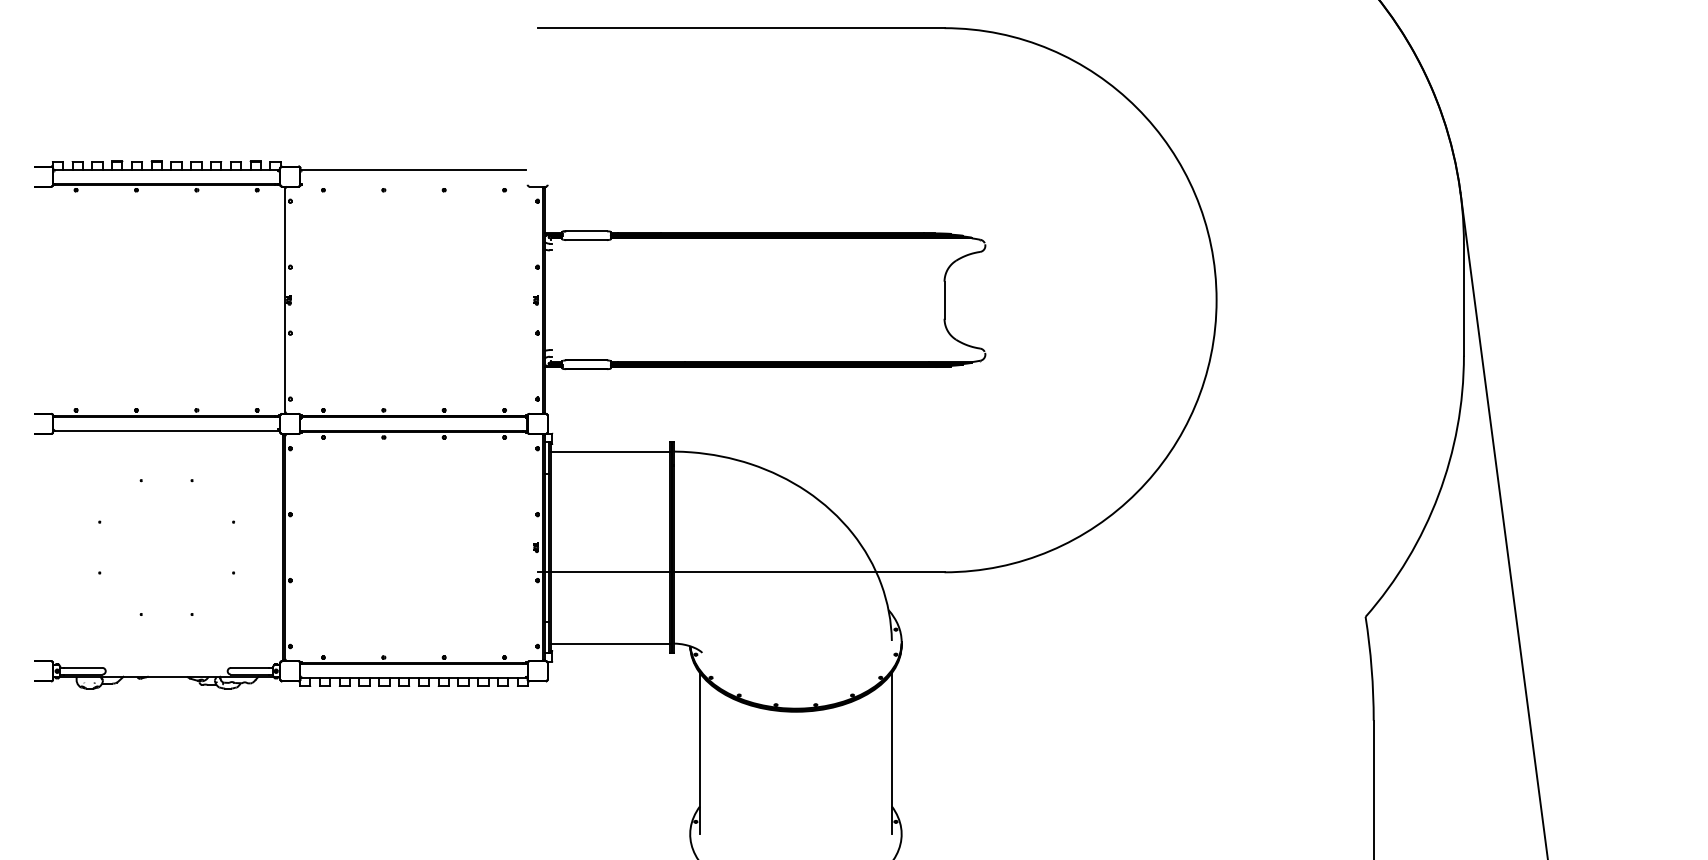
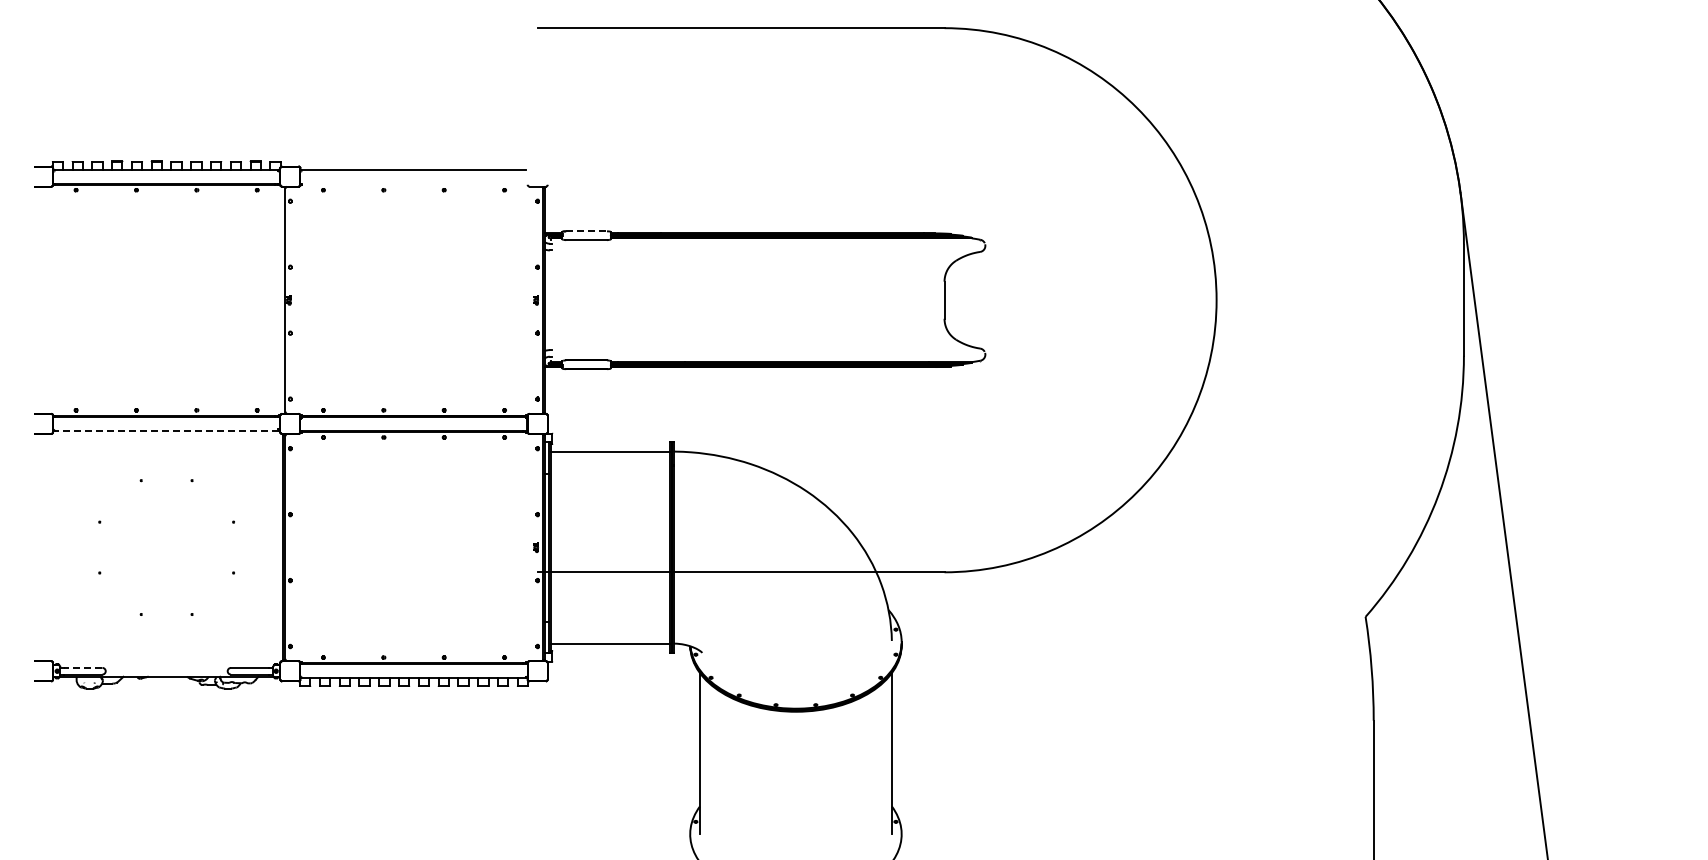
line at (587, 231): solid -> dashed
line at (166, 430): solid -> dashed
line at (82, 667): solid -> dashed
